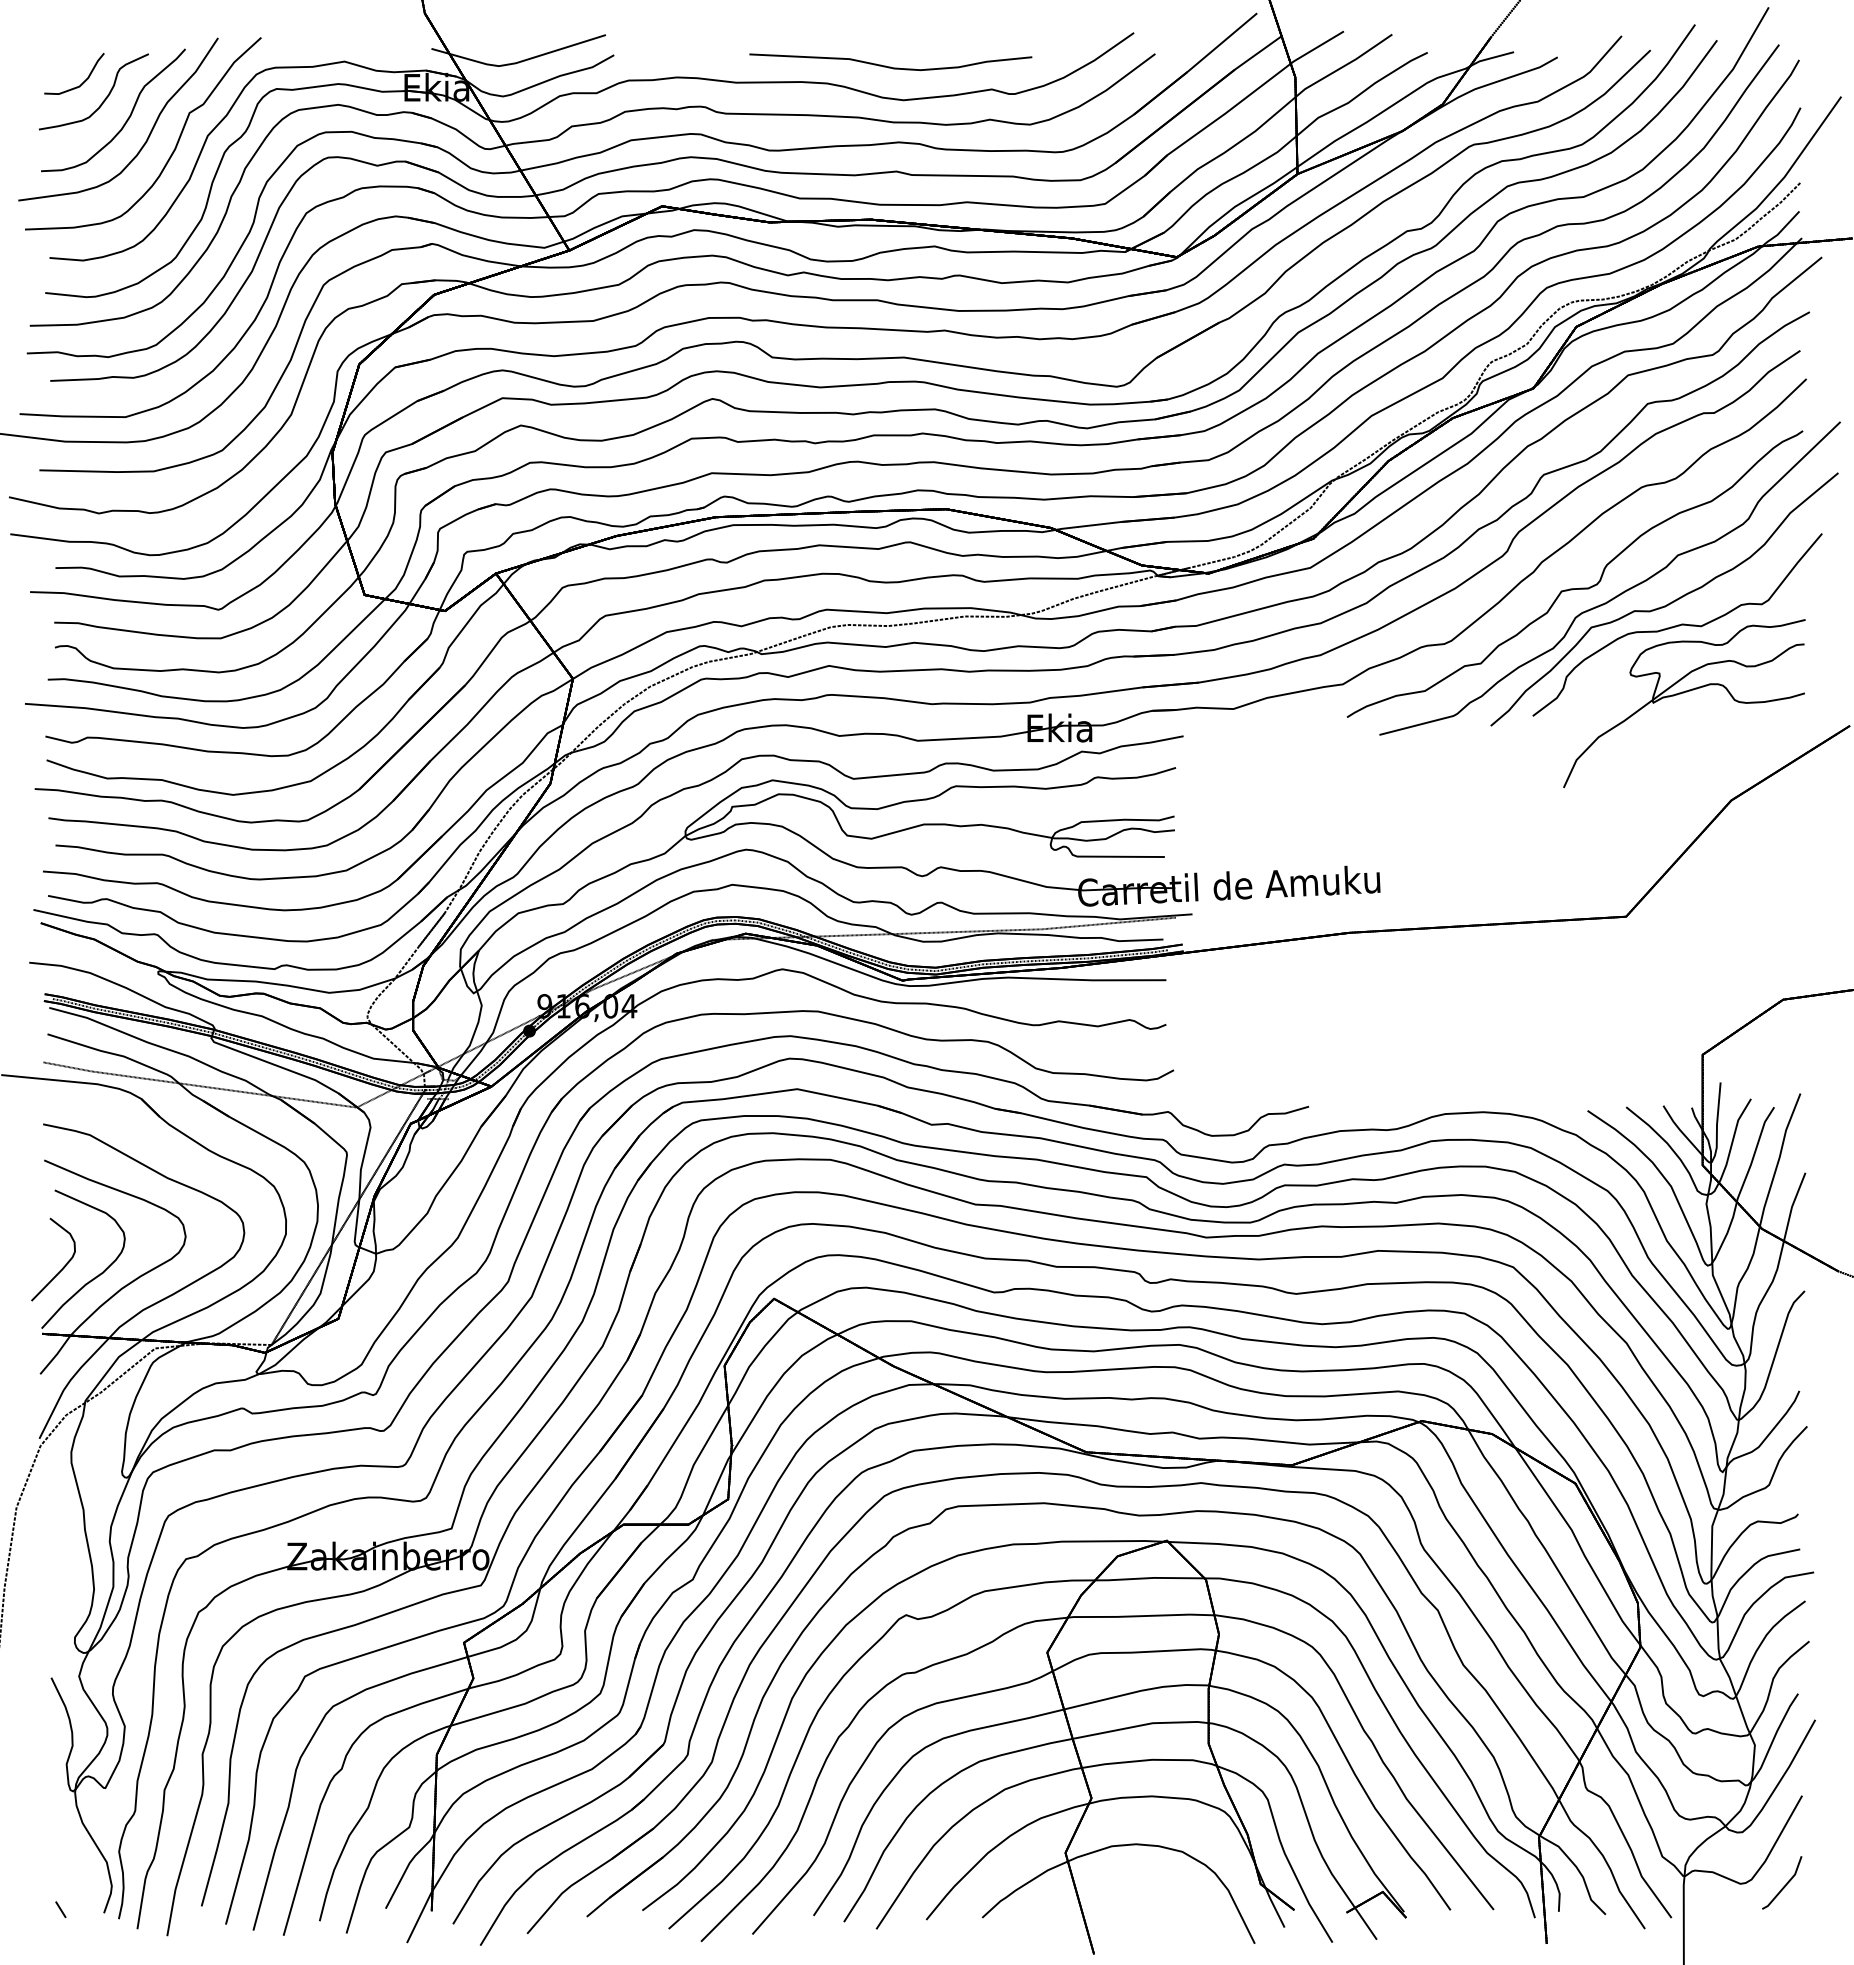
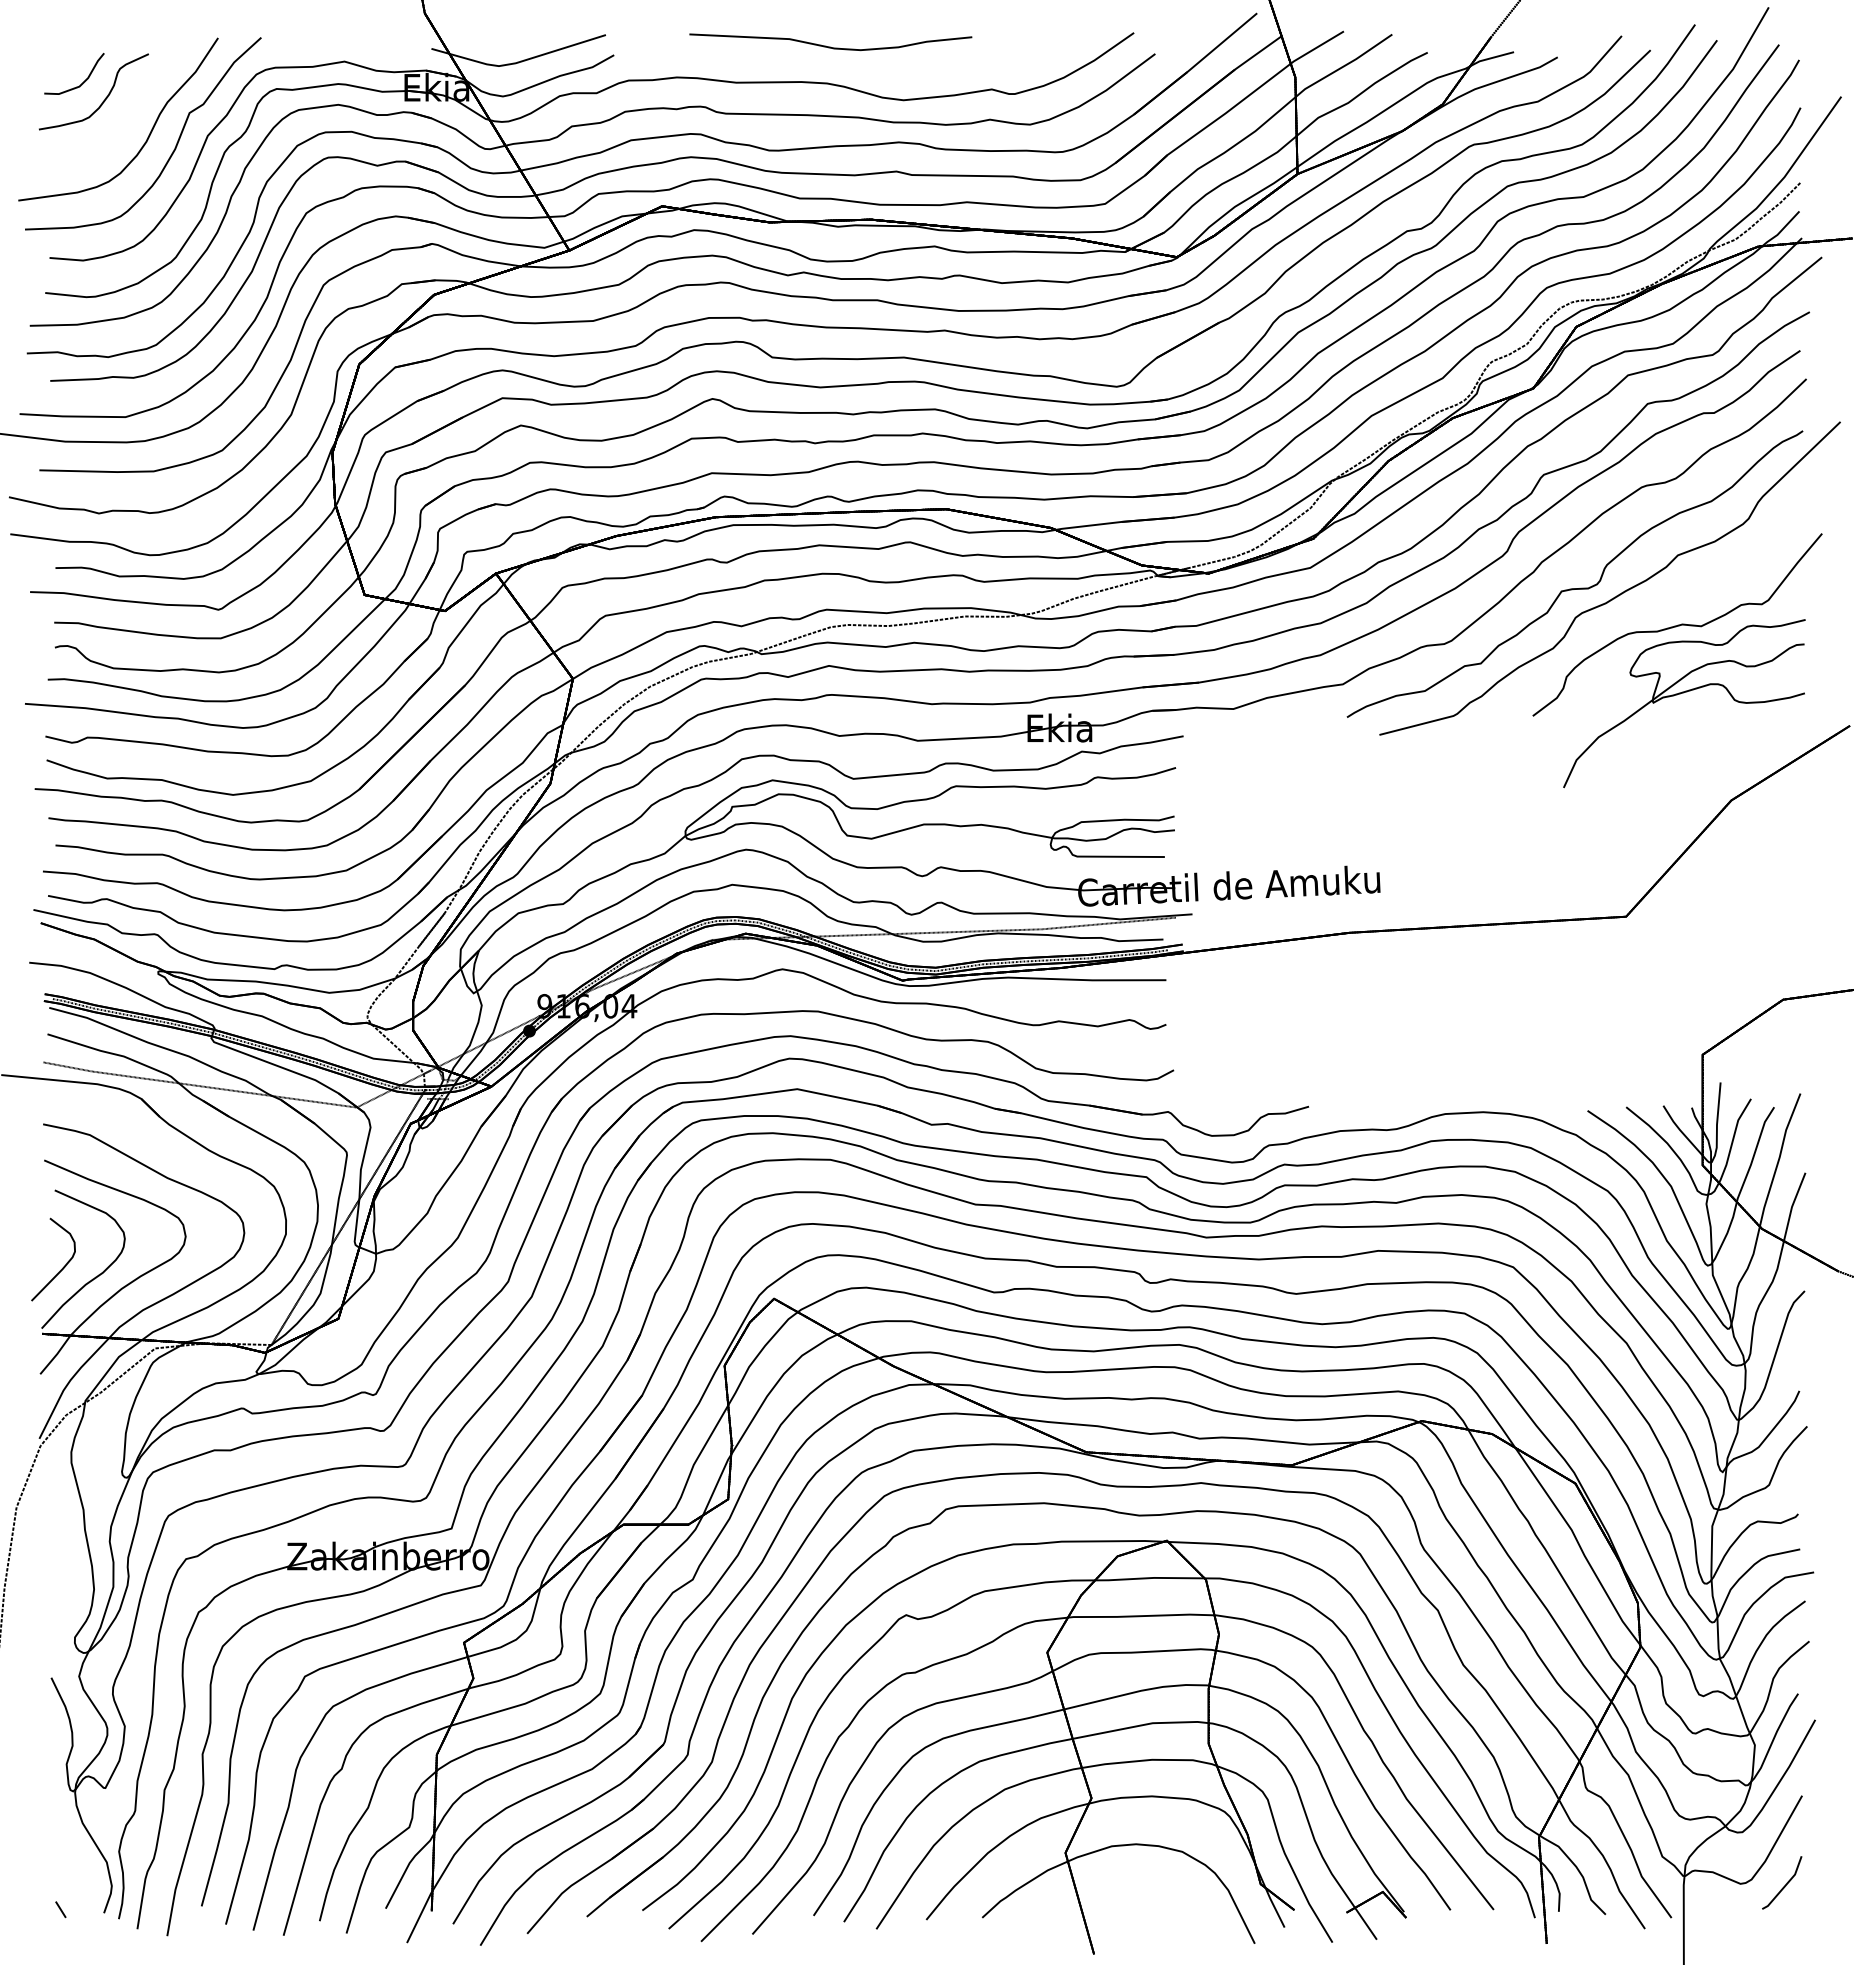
curve at (890, 66) position: (890, 66) -> (830, 46)
curve at (127, 118): present -> none
curve at (1666, 604): present -> none
